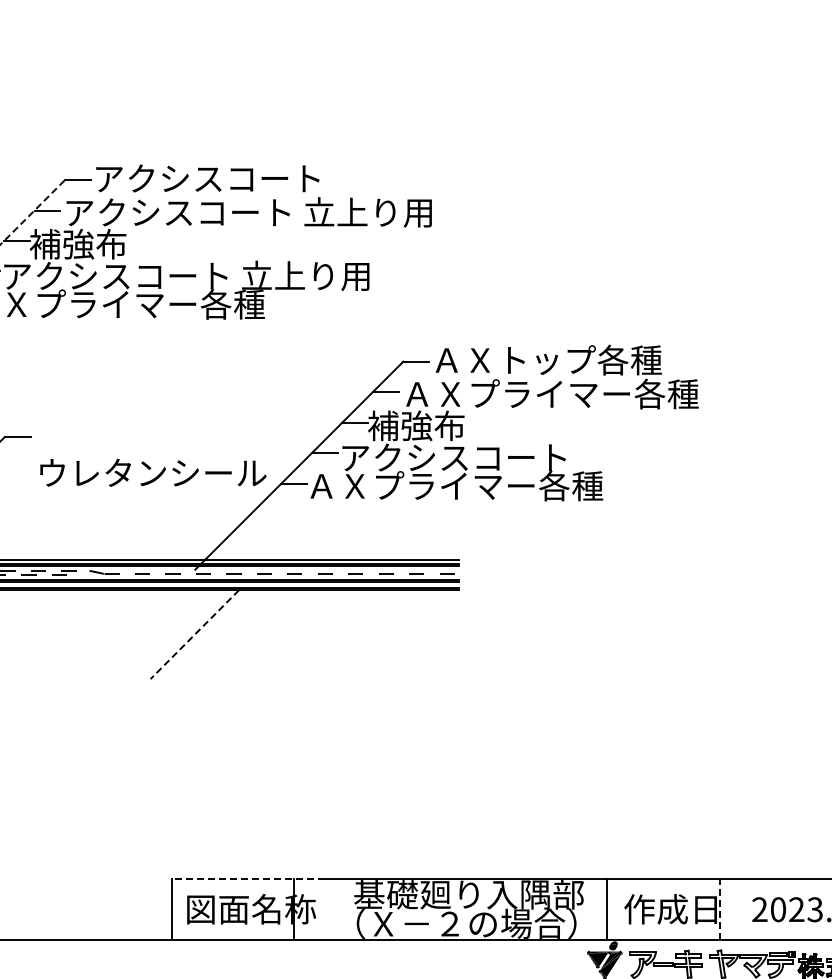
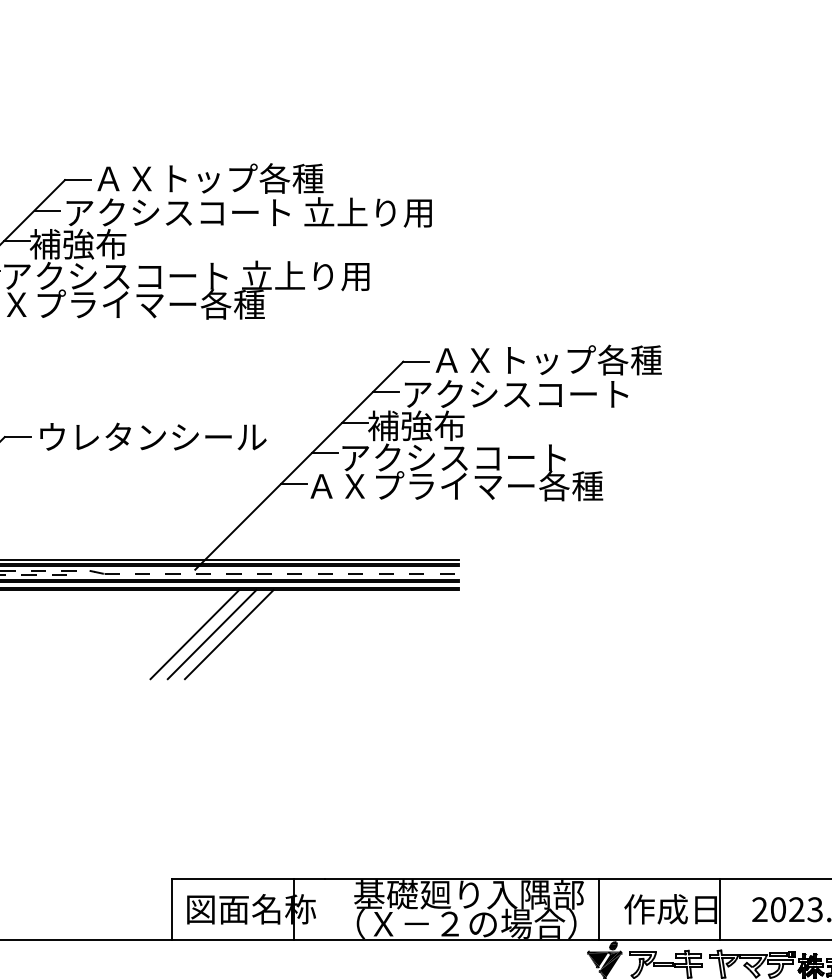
text at (209, 178): アクシスコート -> ＡＸトップ各種
line at (32, 212): dashed -> solid
text at (551, 393): ＡＸプライマー各種 -> アクシスコート
text at (153, 472) position: (153, 472) -> (153, 436)
line at (194, 634): dashed -> solid
line at (211, 634): none -> present
line at (228, 634): none -> present
line at (248, 879): dashed -> solid
line at (606, 909) position: (606, 909) -> (598, 909)
line at (720, 909): dashed -> solid
